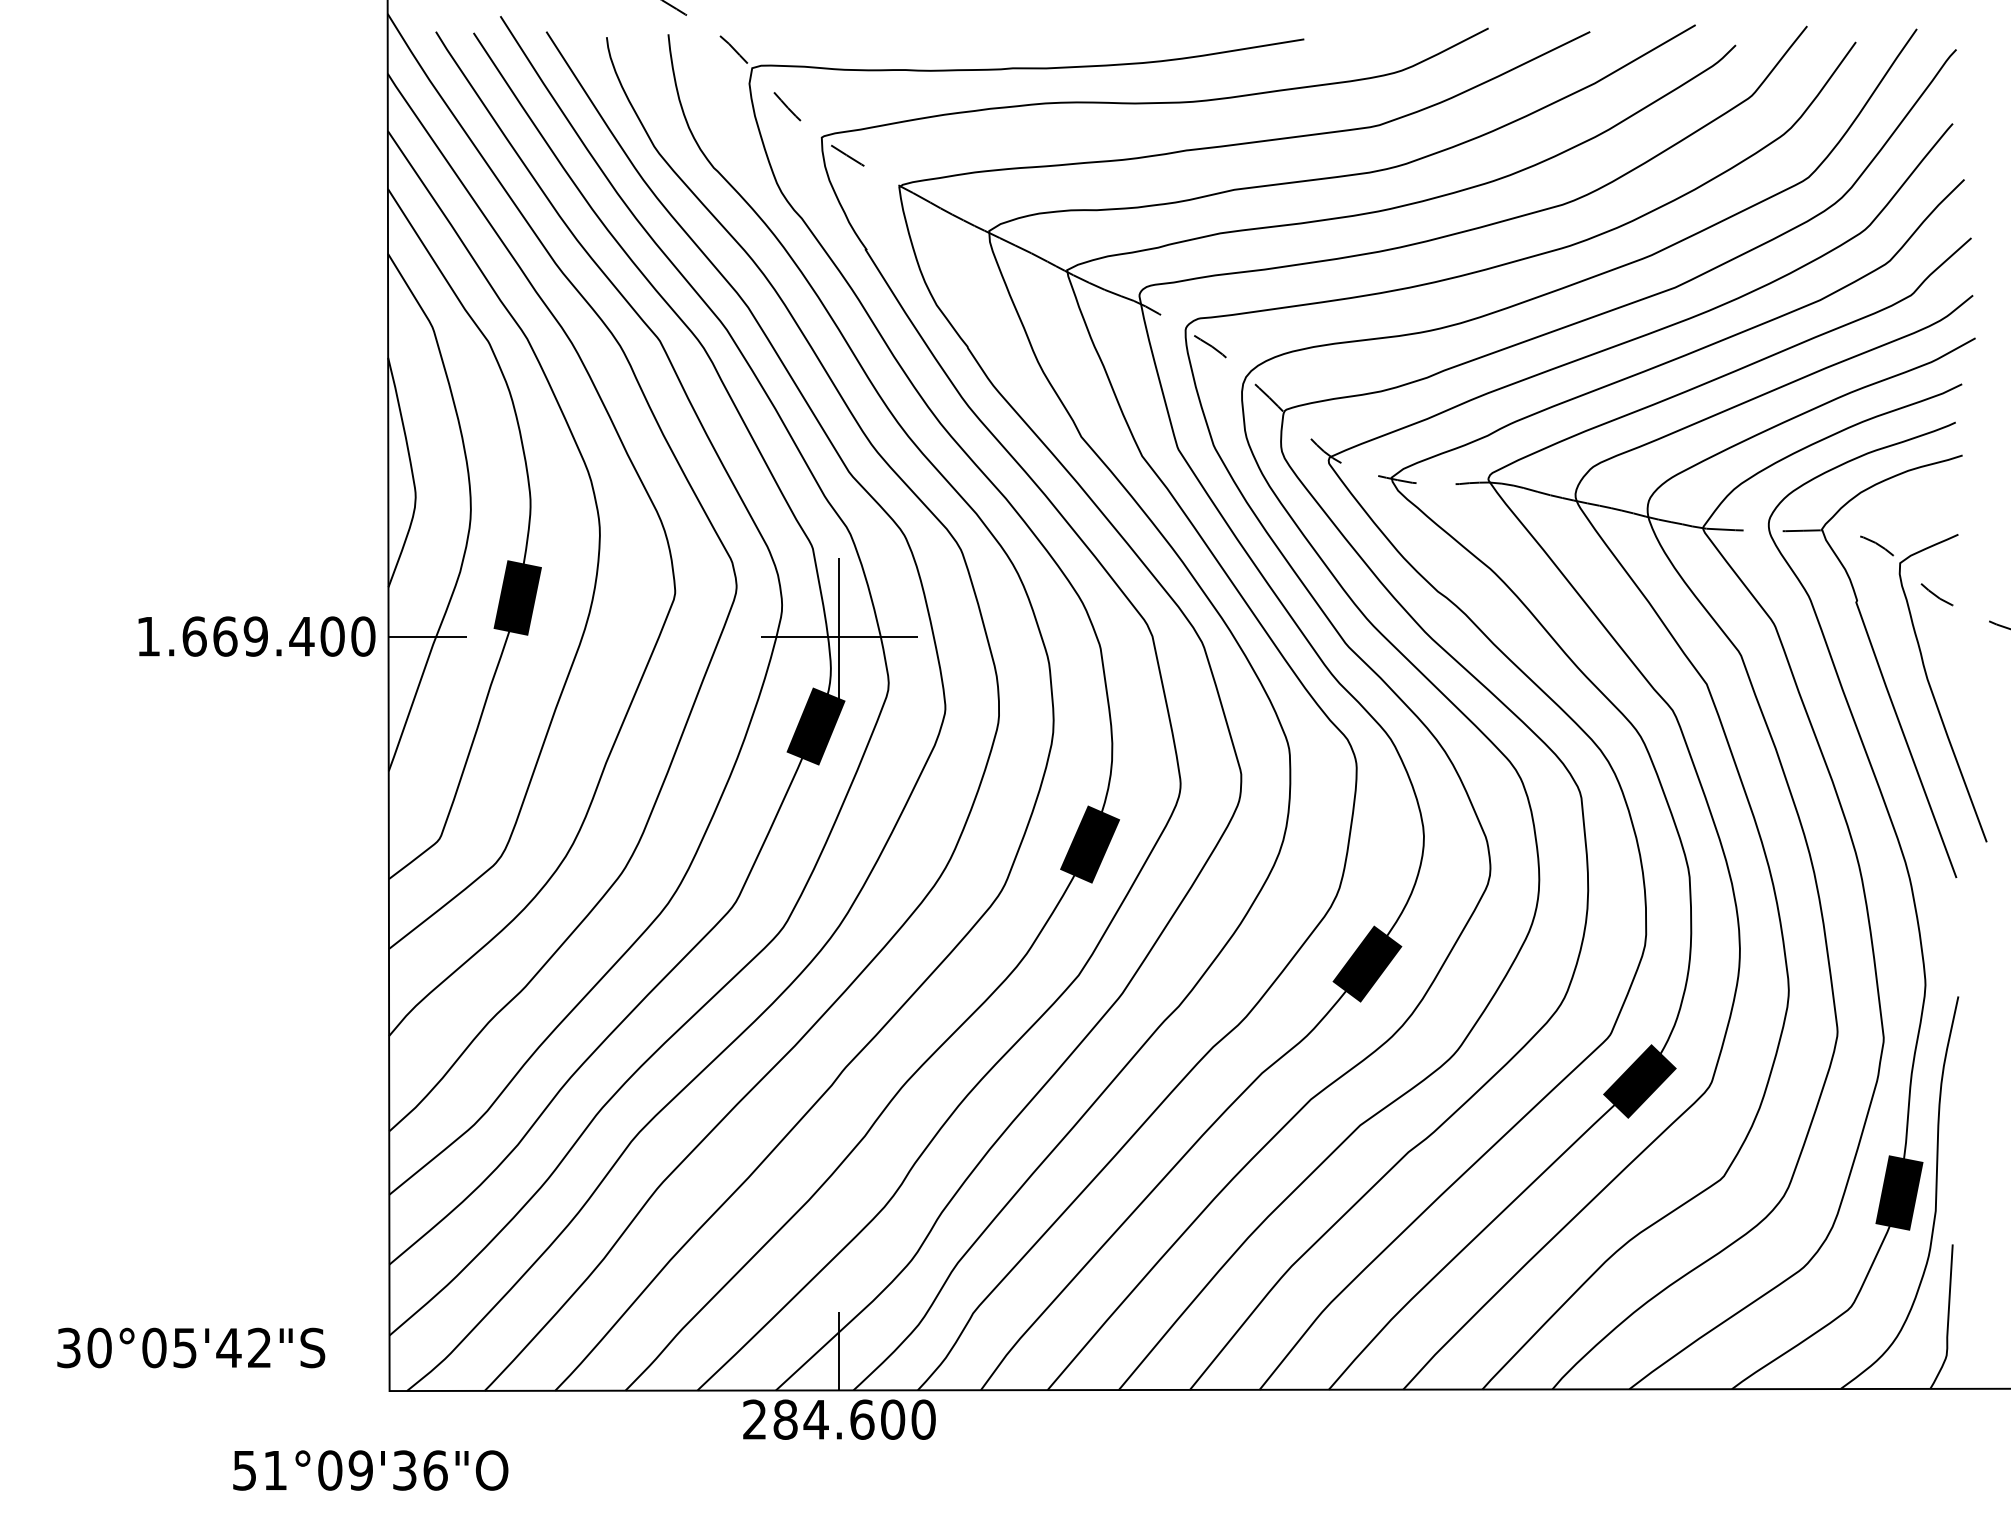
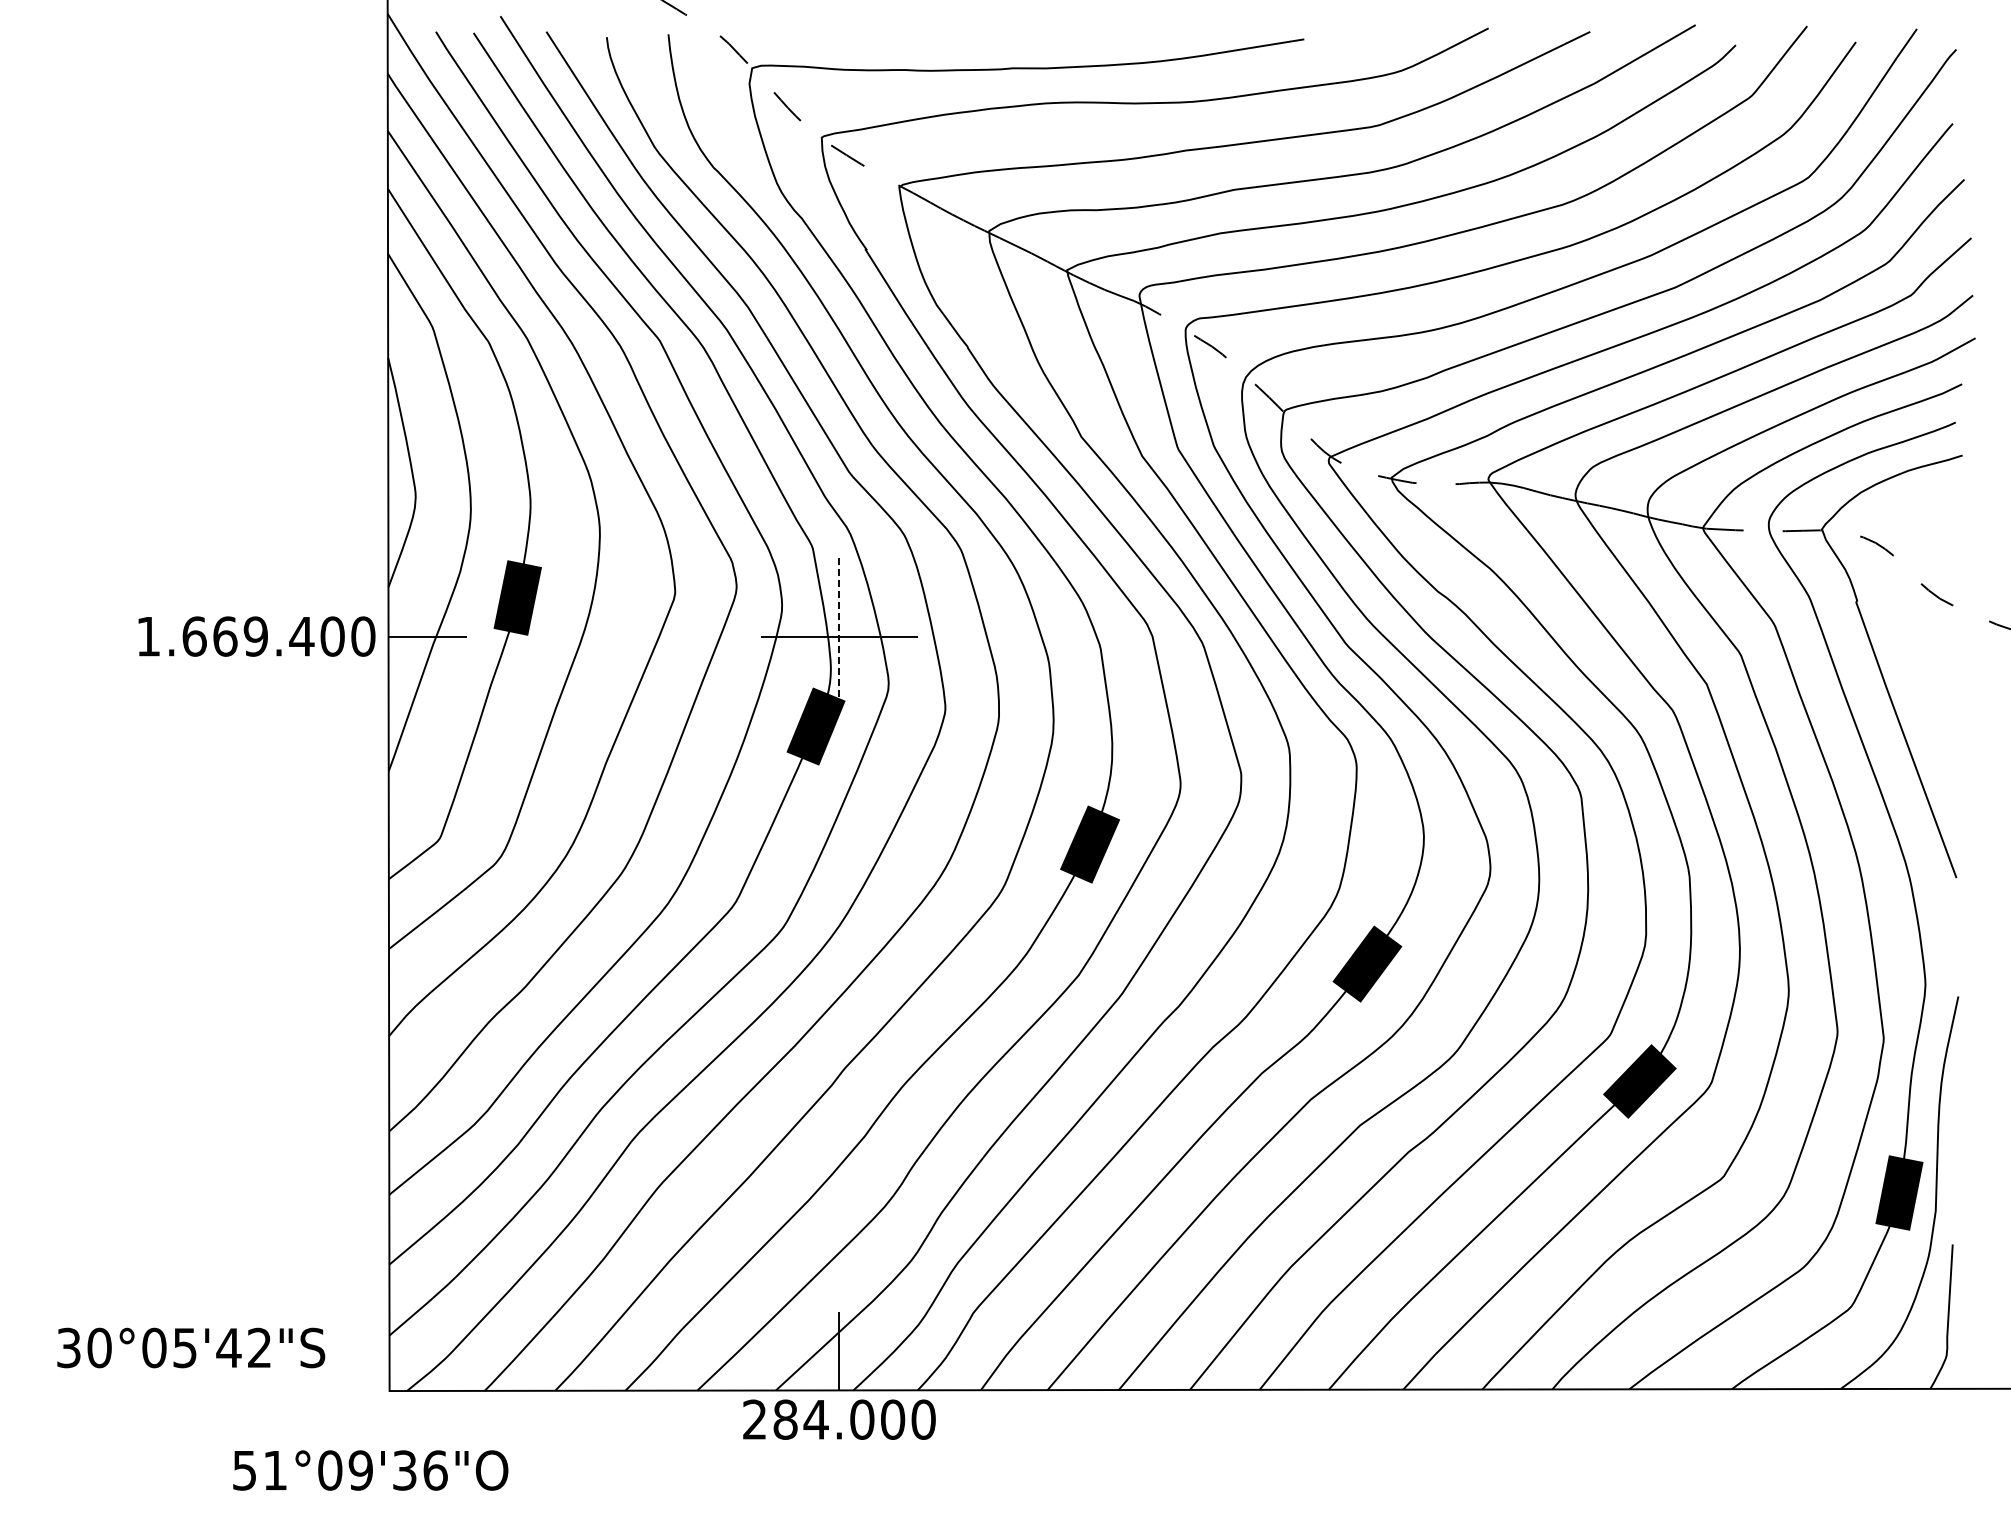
line at (839, 637): solid -> dashed
curve at (1933, 692): present -> none
text at (862, 1419): 284.600 -> 284.000
